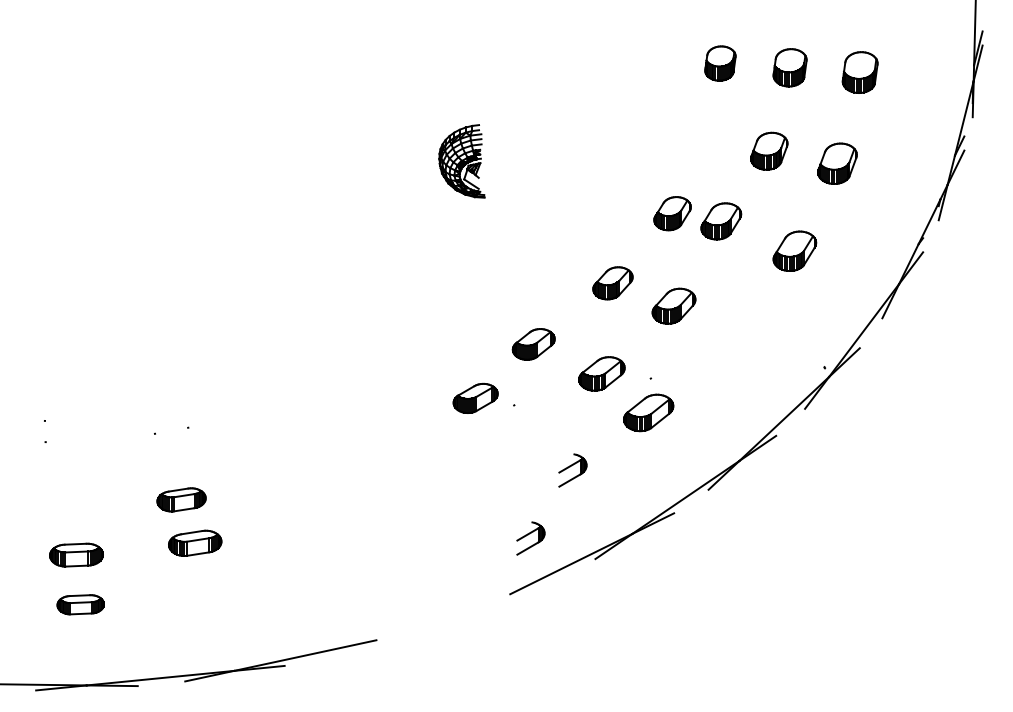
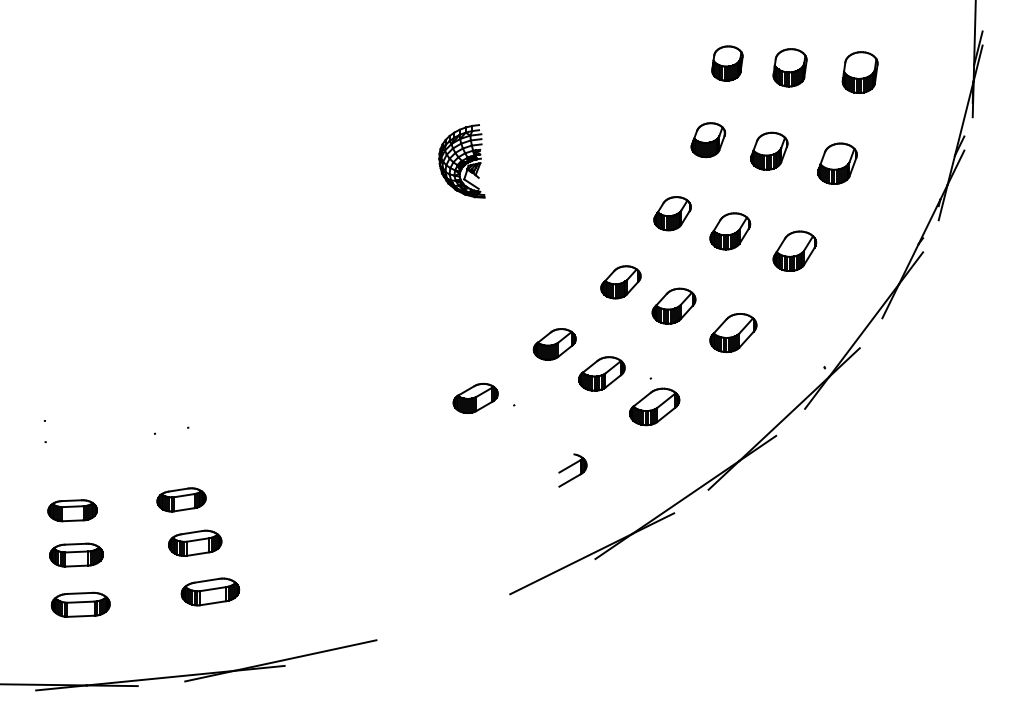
part at (720, 63) position: (720, 63) -> (727, 63)
part at (708, 140): none -> present
part at (721, 221) position: (721, 221) -> (730, 231)
part at (612, 283) position: (612, 283) -> (620, 282)
part at (733, 332): none -> present
part at (533, 344) position: (533, 344) -> (554, 344)
part at (648, 412) position: (648, 412) -> (654, 406)
part at (72, 510): none -> present
part at (530, 538): present -> none
part at (210, 591): none -> present
part at (80, 604) size: 49x22 px -> 61x27 px
